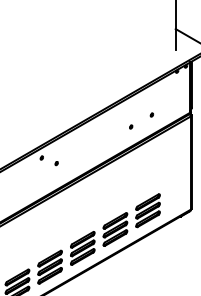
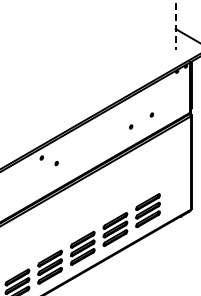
line at (175, 25): solid -> dashed
